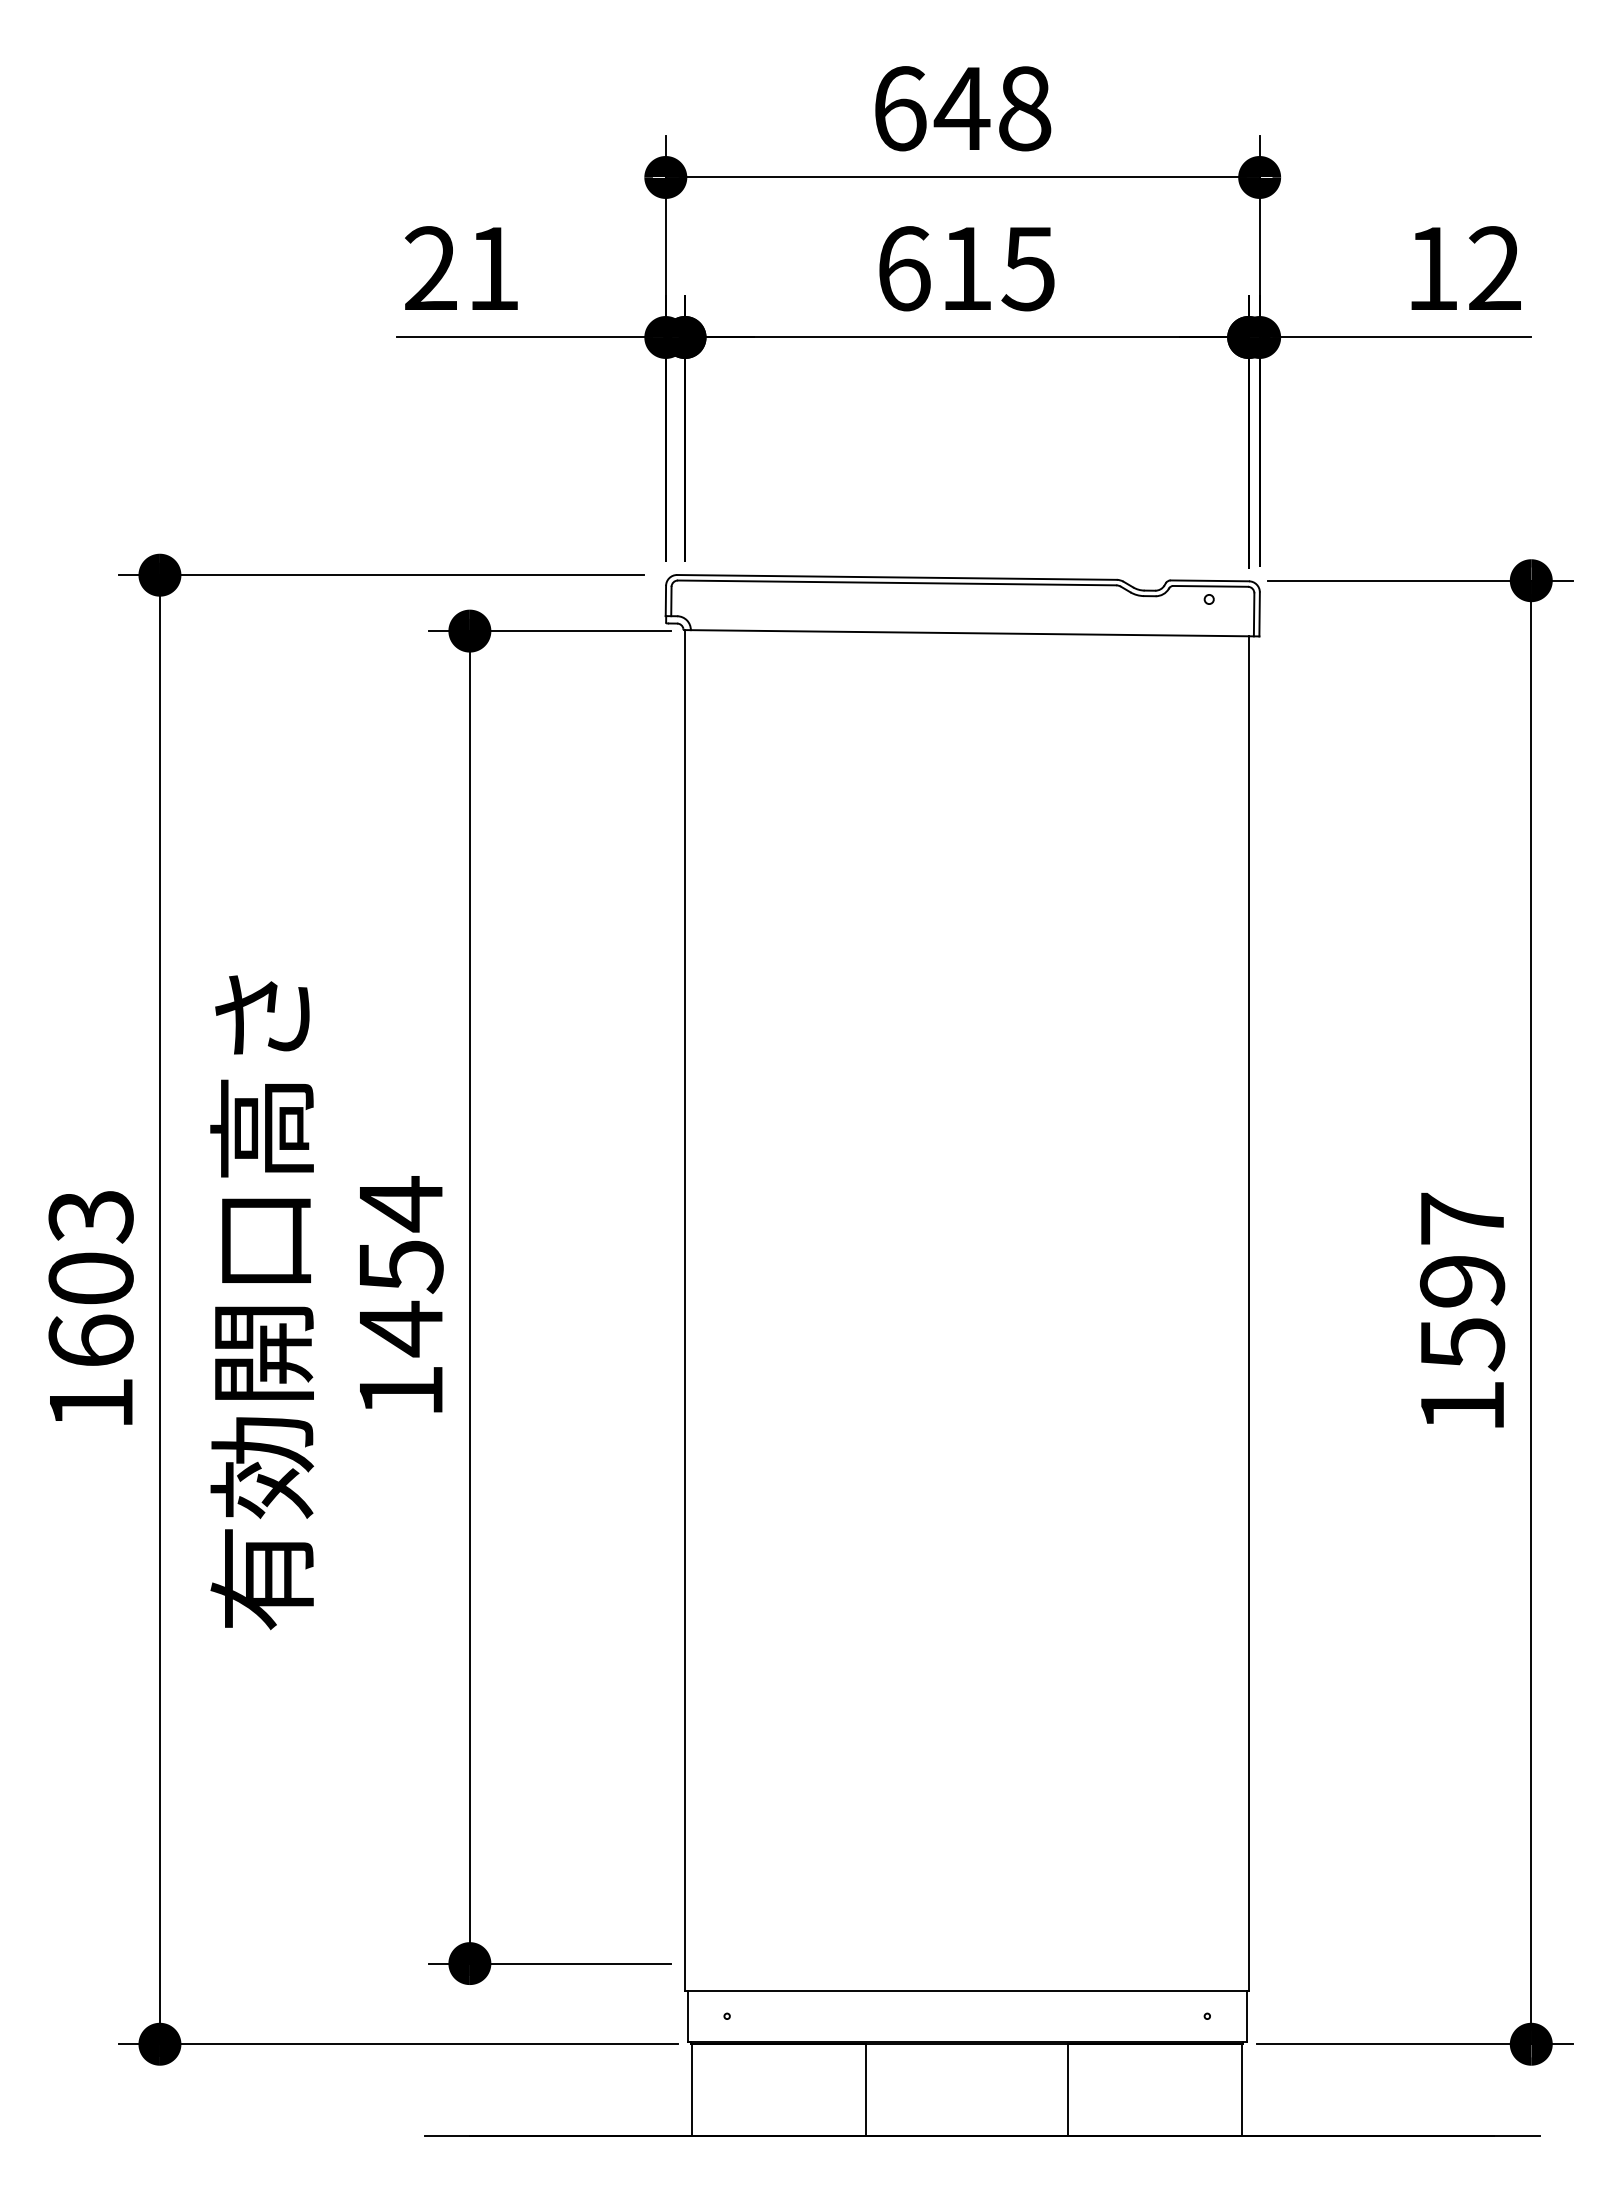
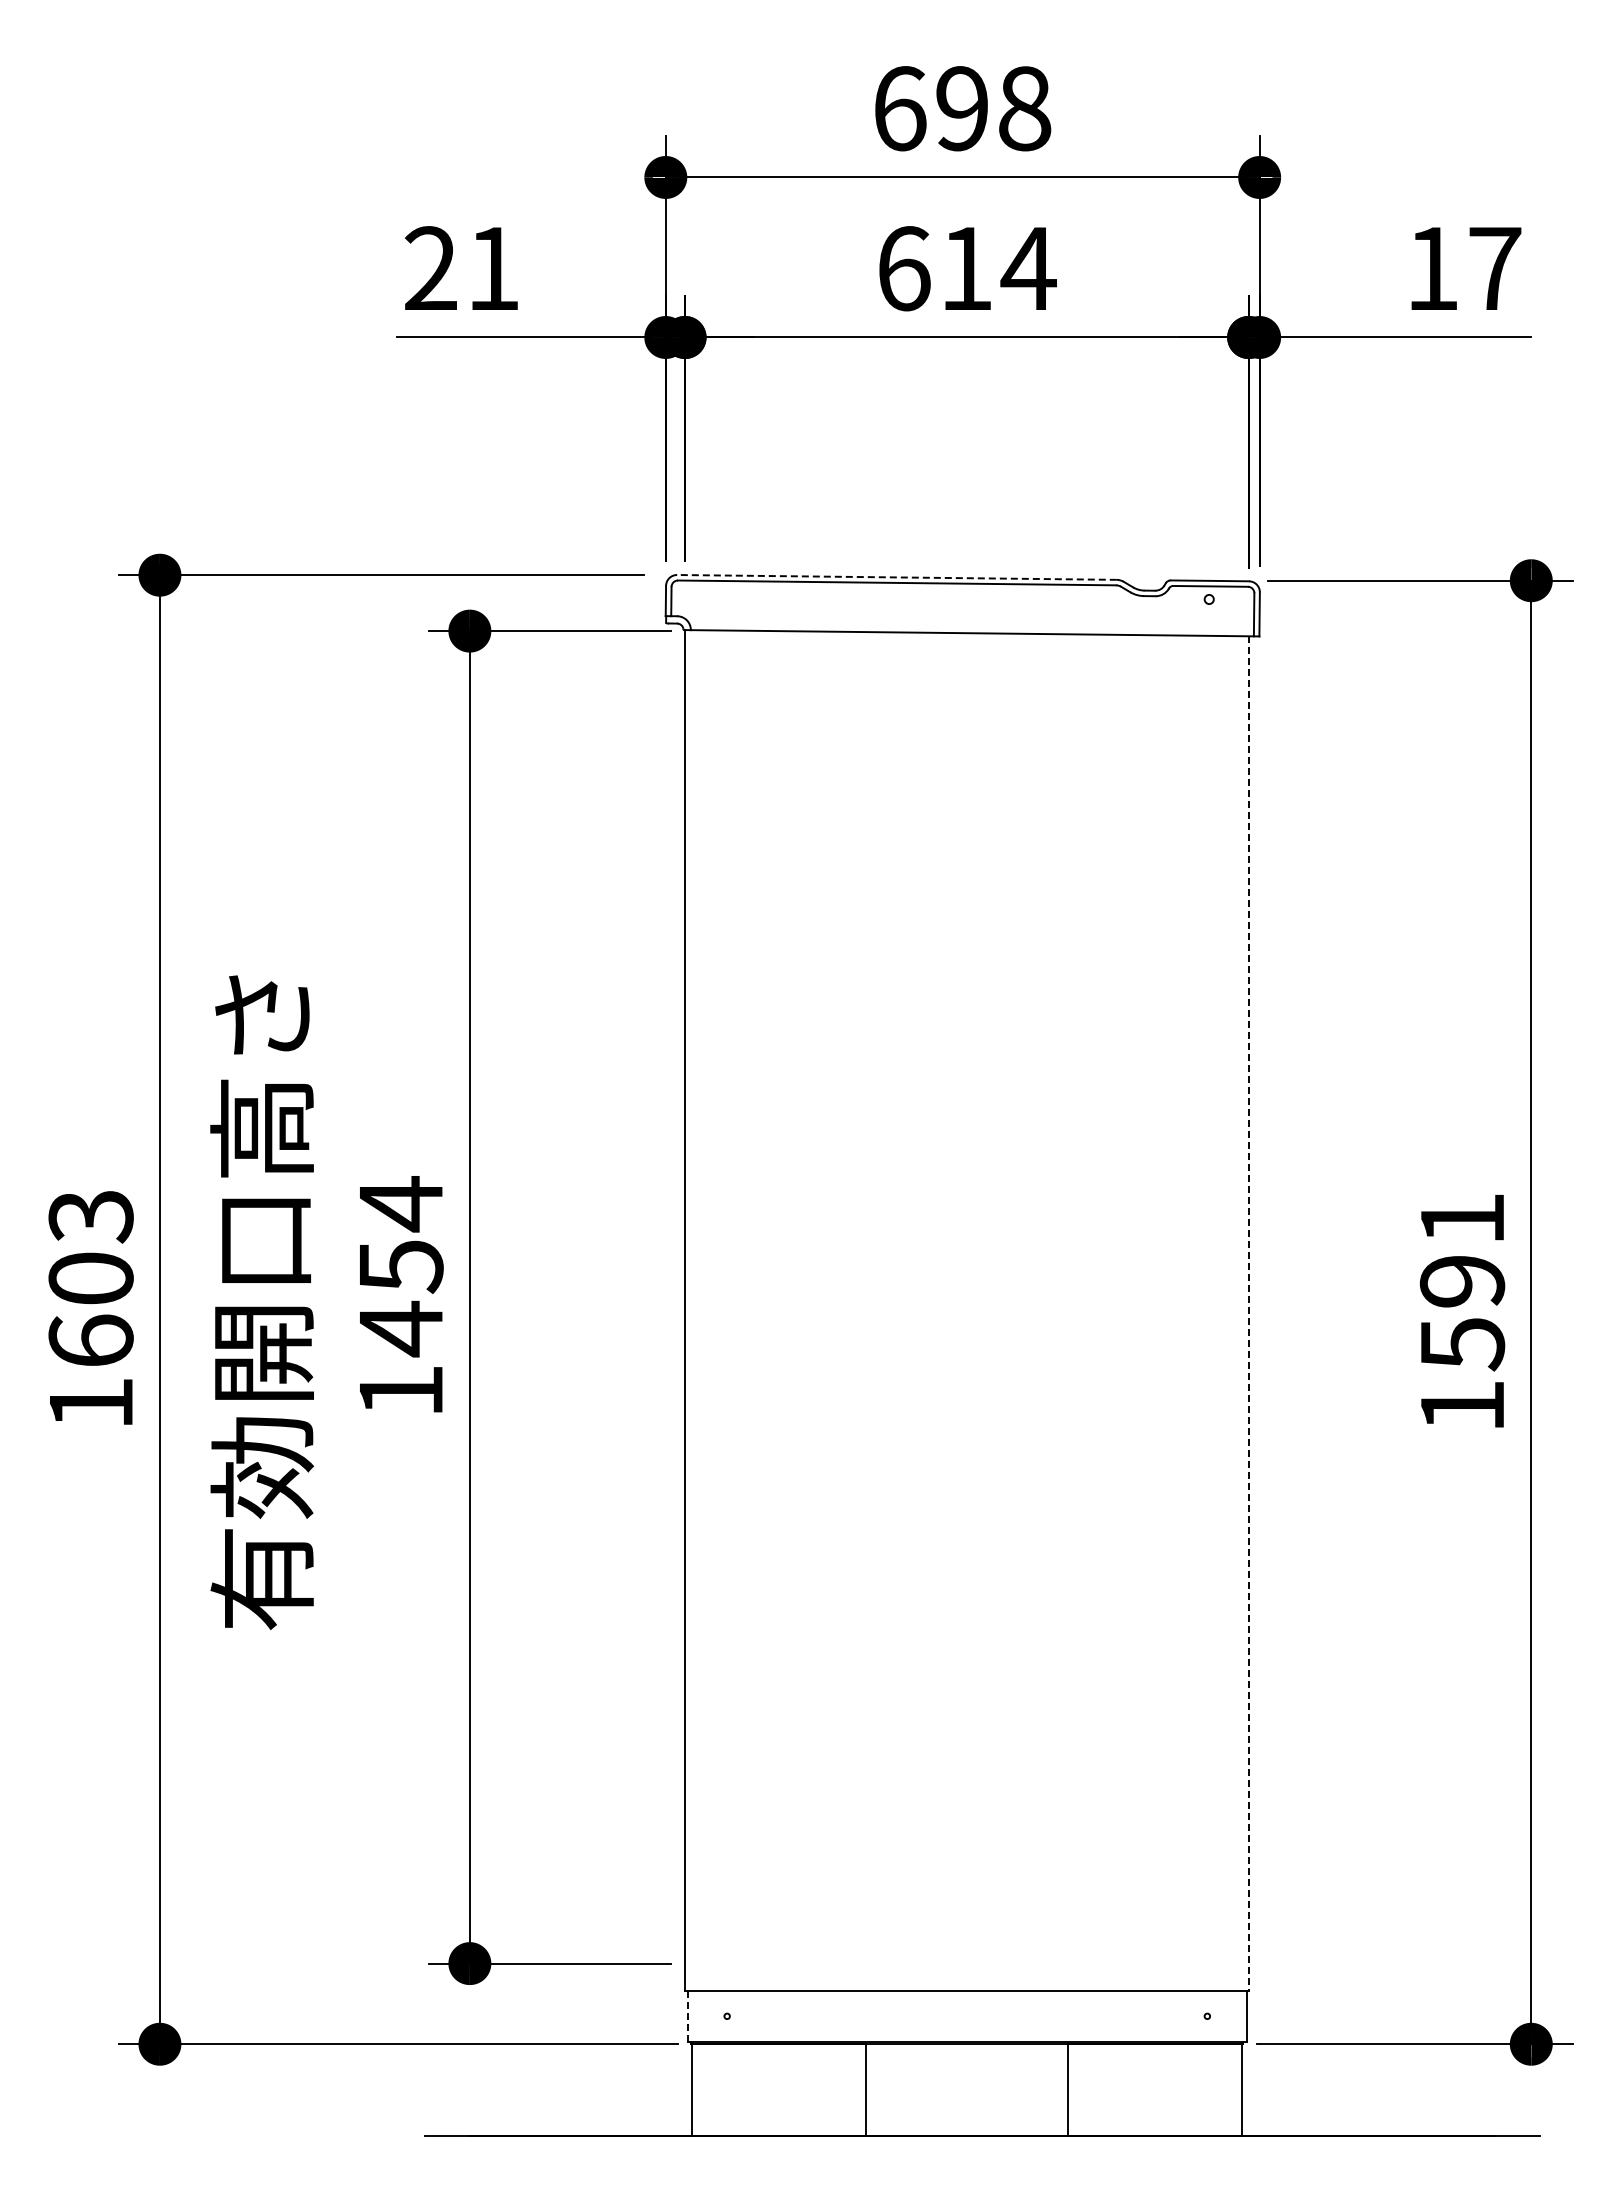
text at (961, 108): 648 -> 698
text at (1495, 267): 12 -> 17
text at (1028, 269): 615 -> 614
line at (897, 577): solid -> dashed
text at (1462, 1218): 1597 -> 1591
line at (1248, 1314): solid -> dashed
line at (687, 2015): solid -> dashed
